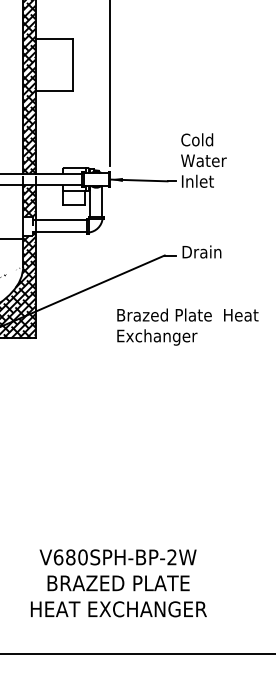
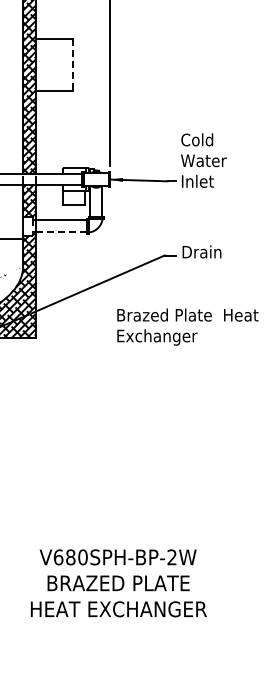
line at (73, 65): solid -> dashed
line at (61, 232): solid -> dashed
line at (137, 653): present -> none
